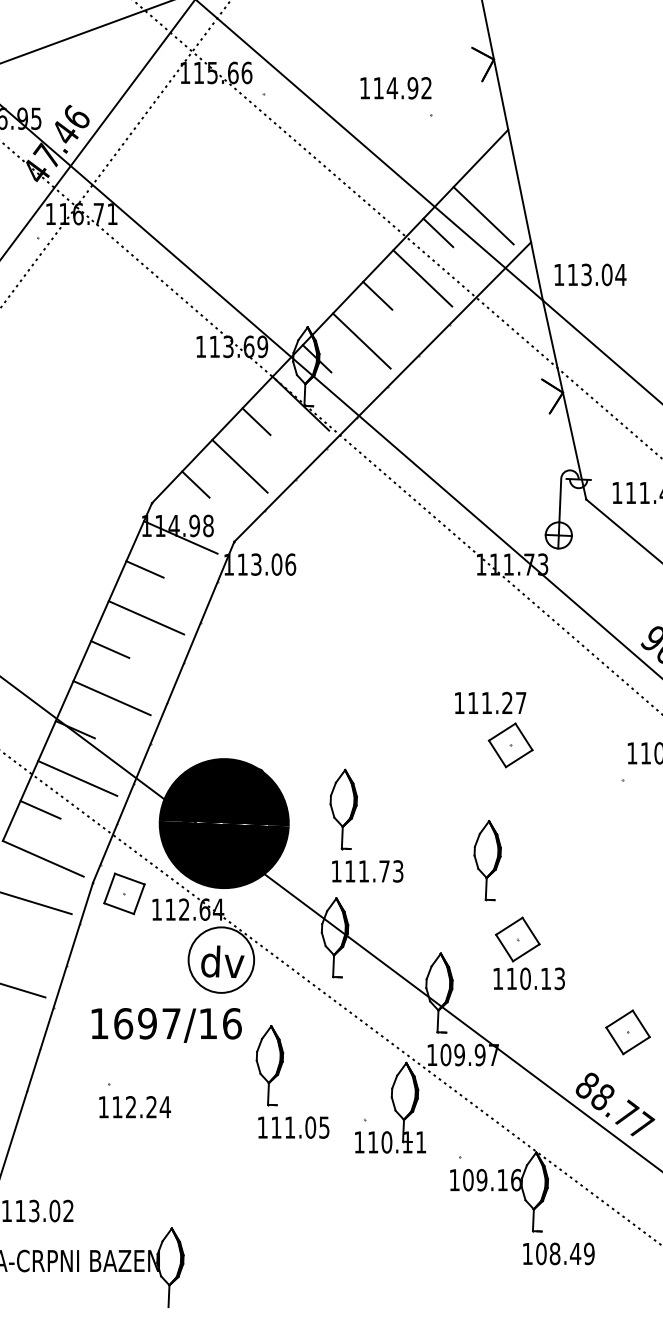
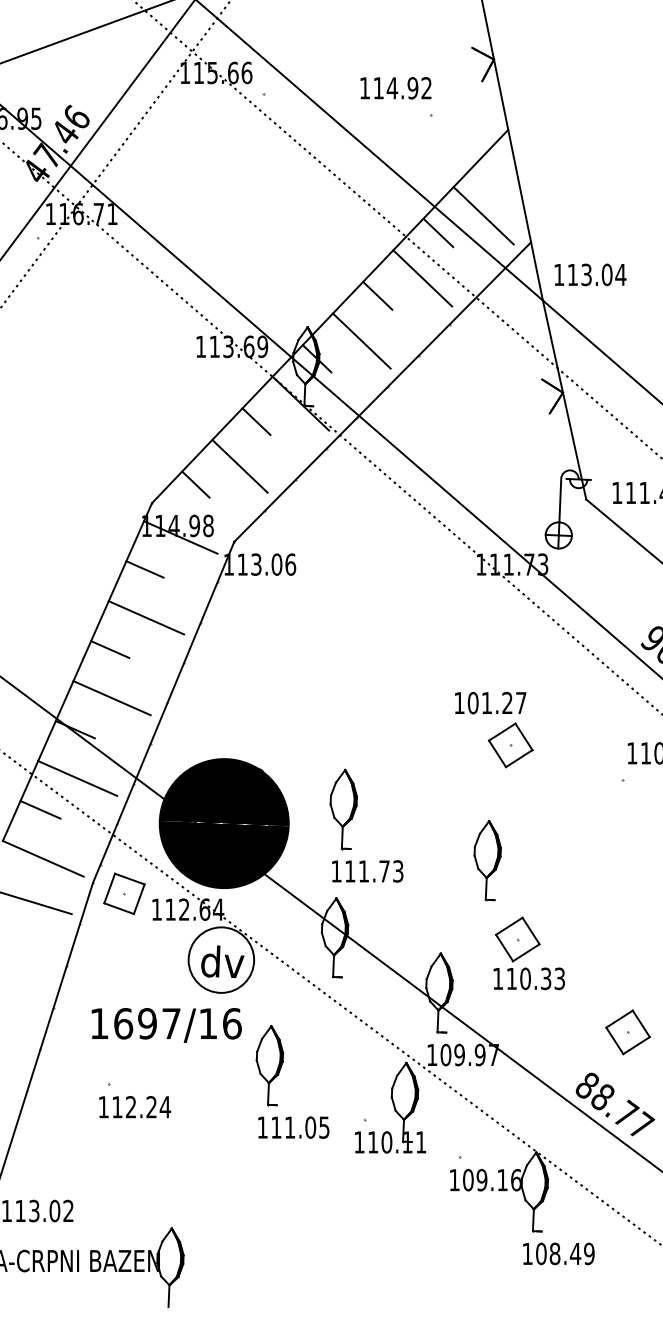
text at (472, 702): 111.27 -> 101.27
text at (546, 978): 110.13 -> 110.33
line at (23, 990): present -> none
